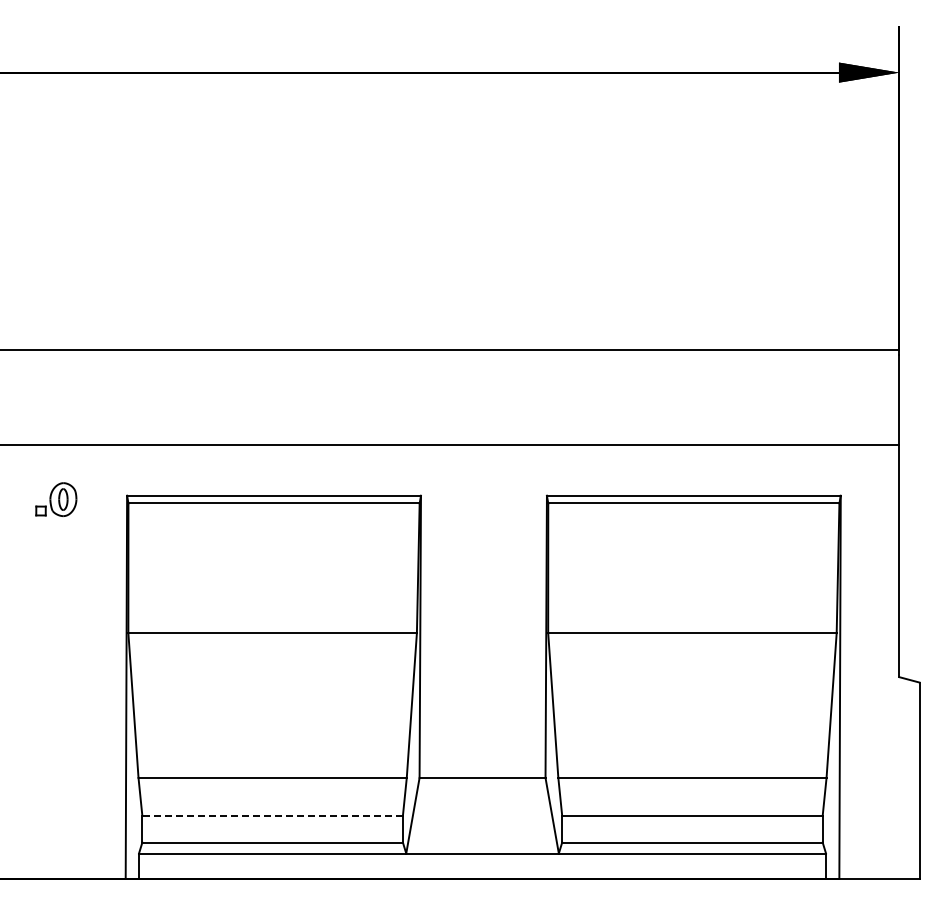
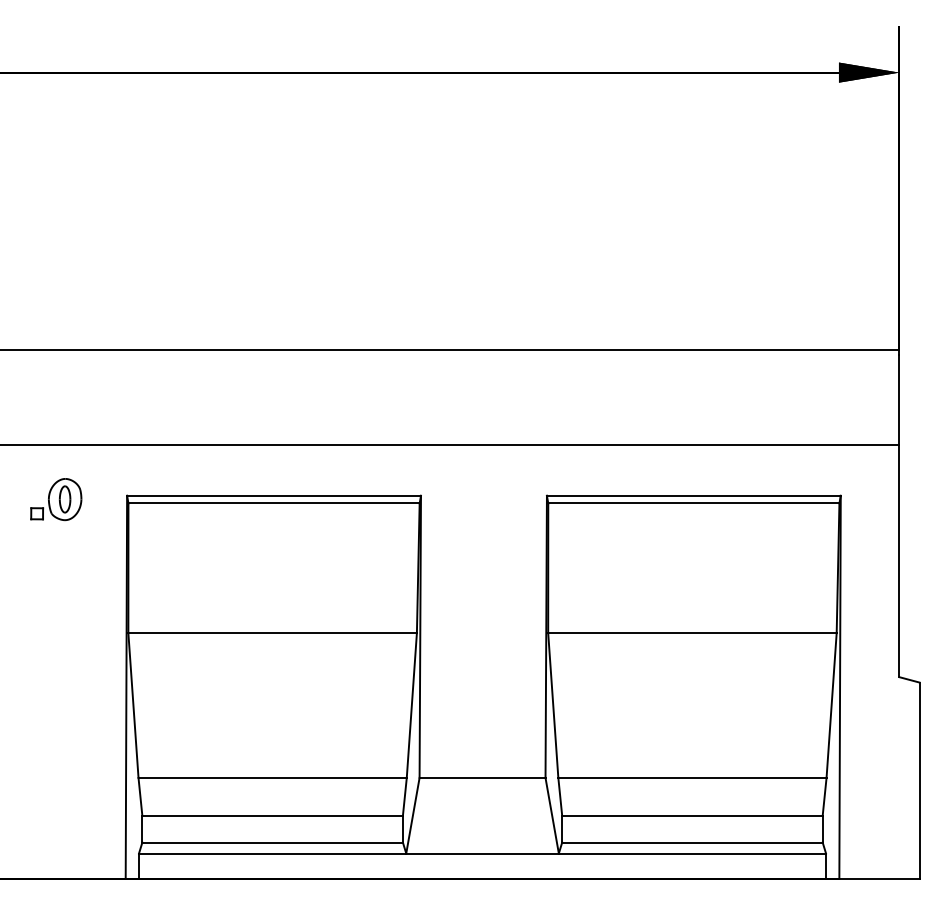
part at (56, 499) size: 43x35 px -> 53x44 px
line at (272, 815): dashed -> solid
